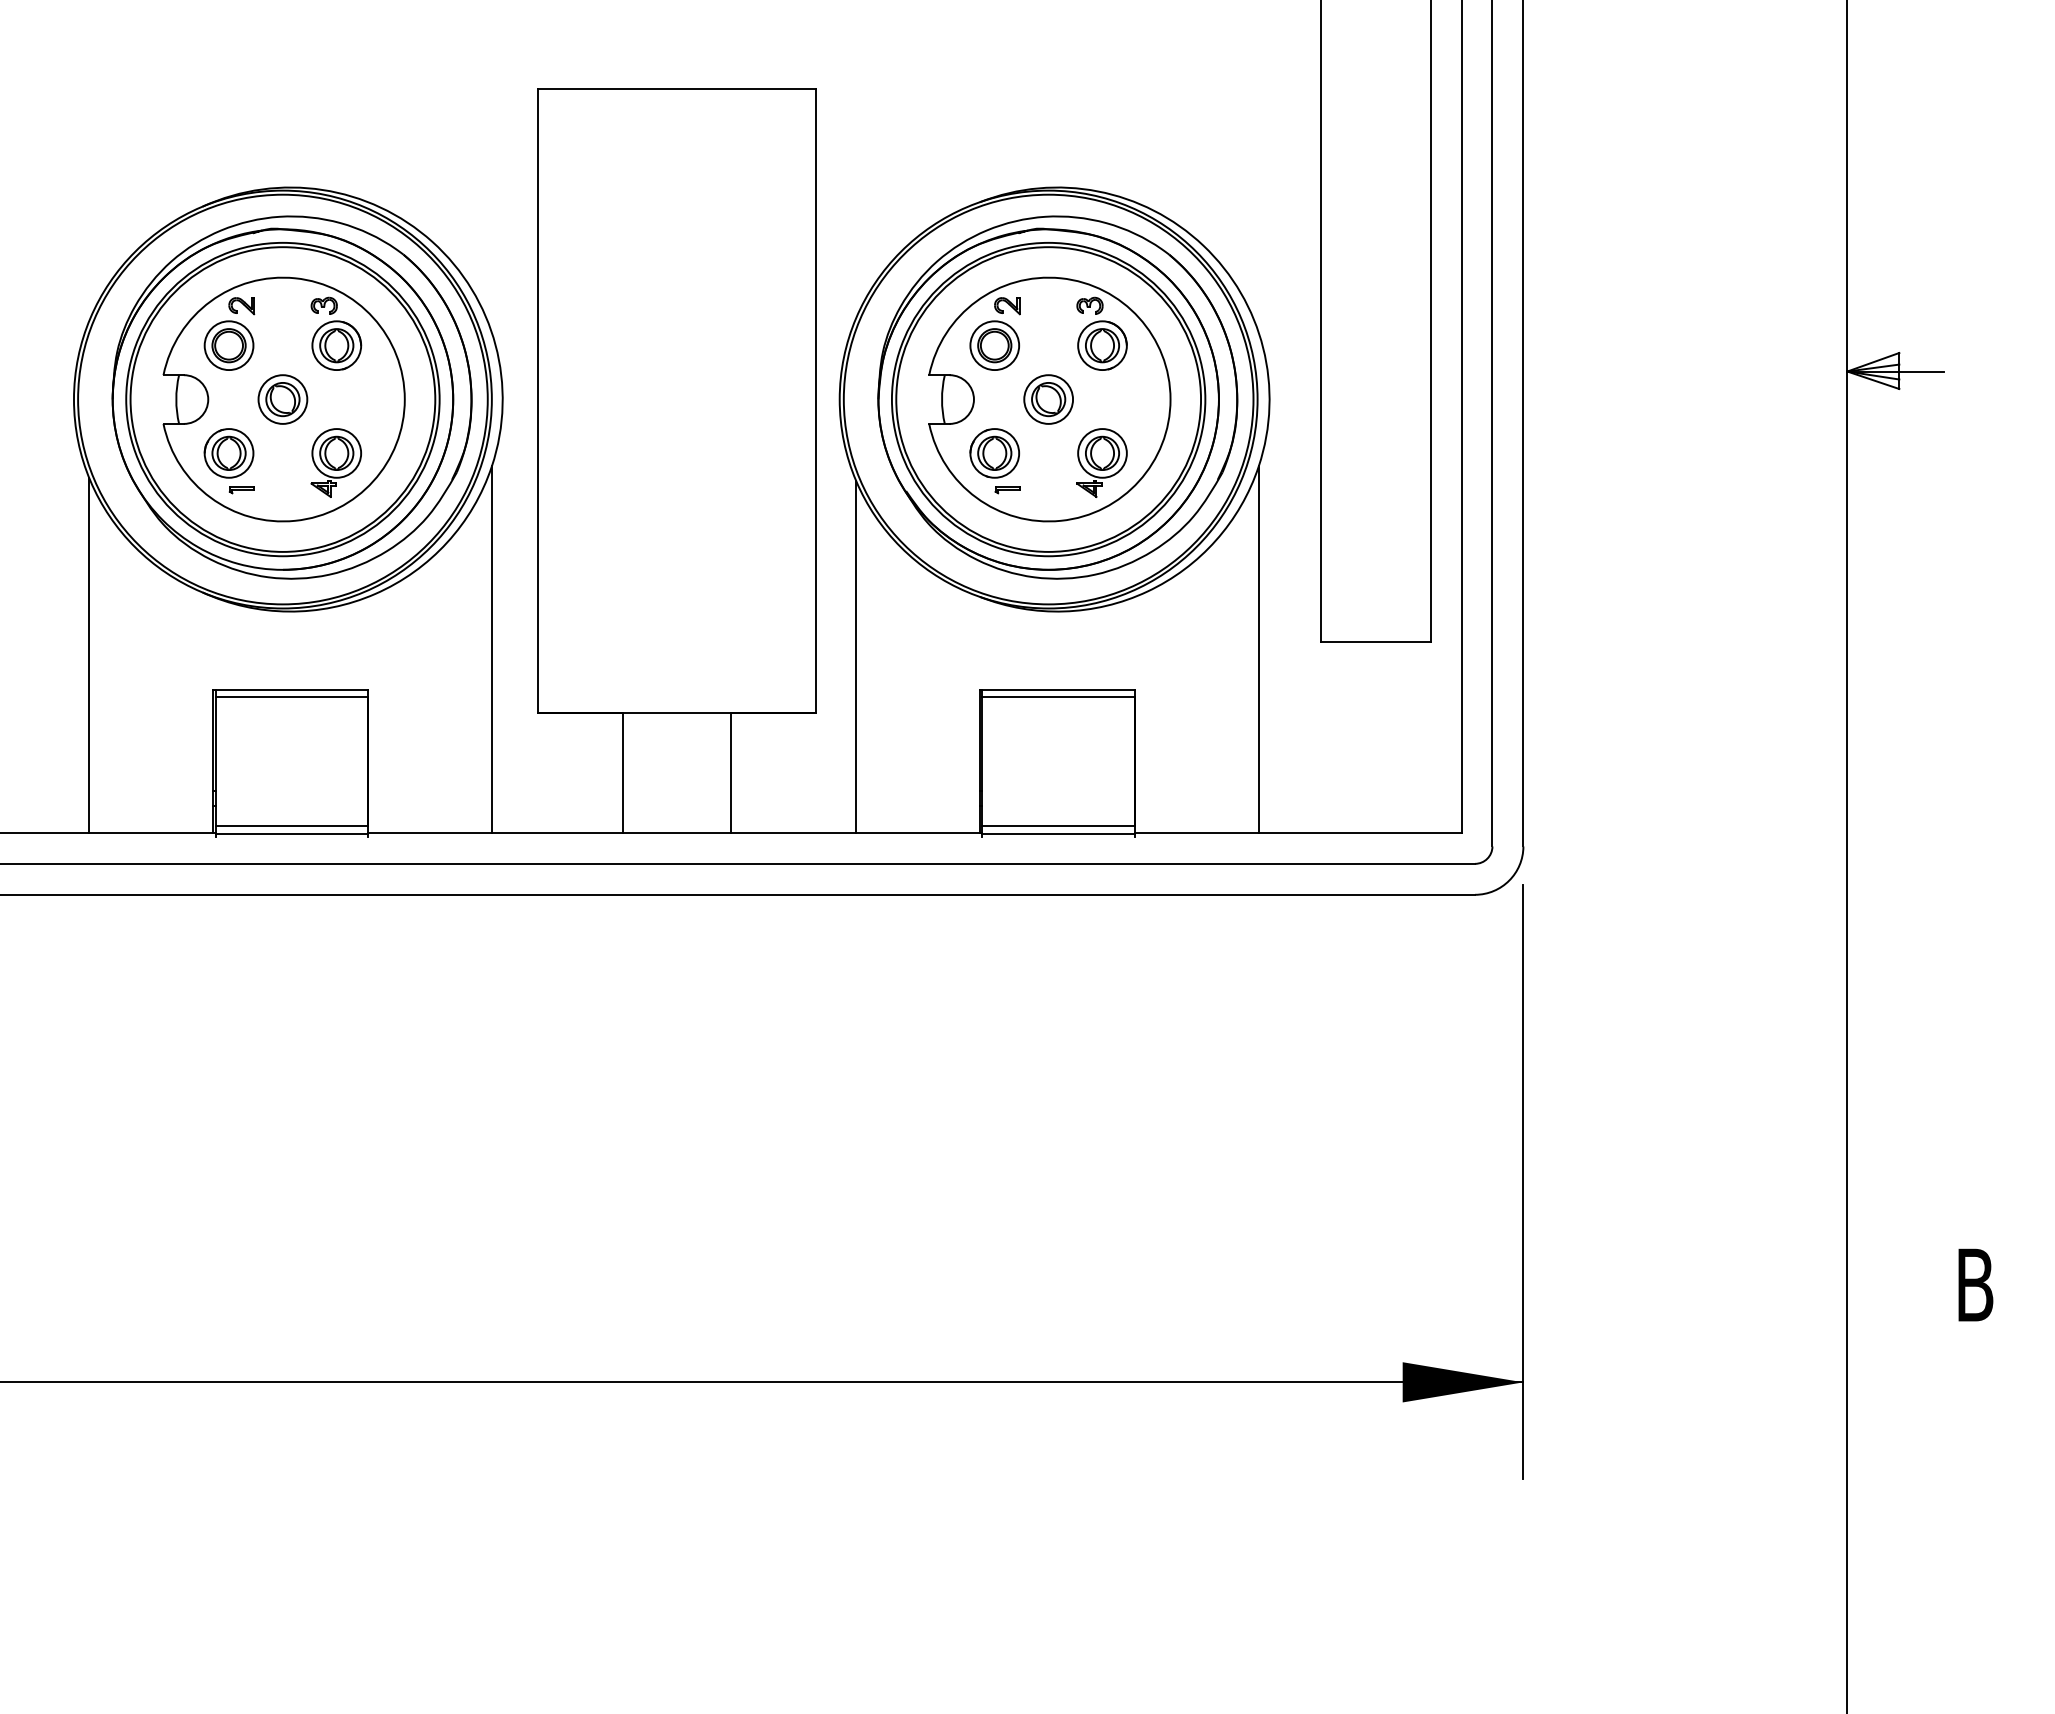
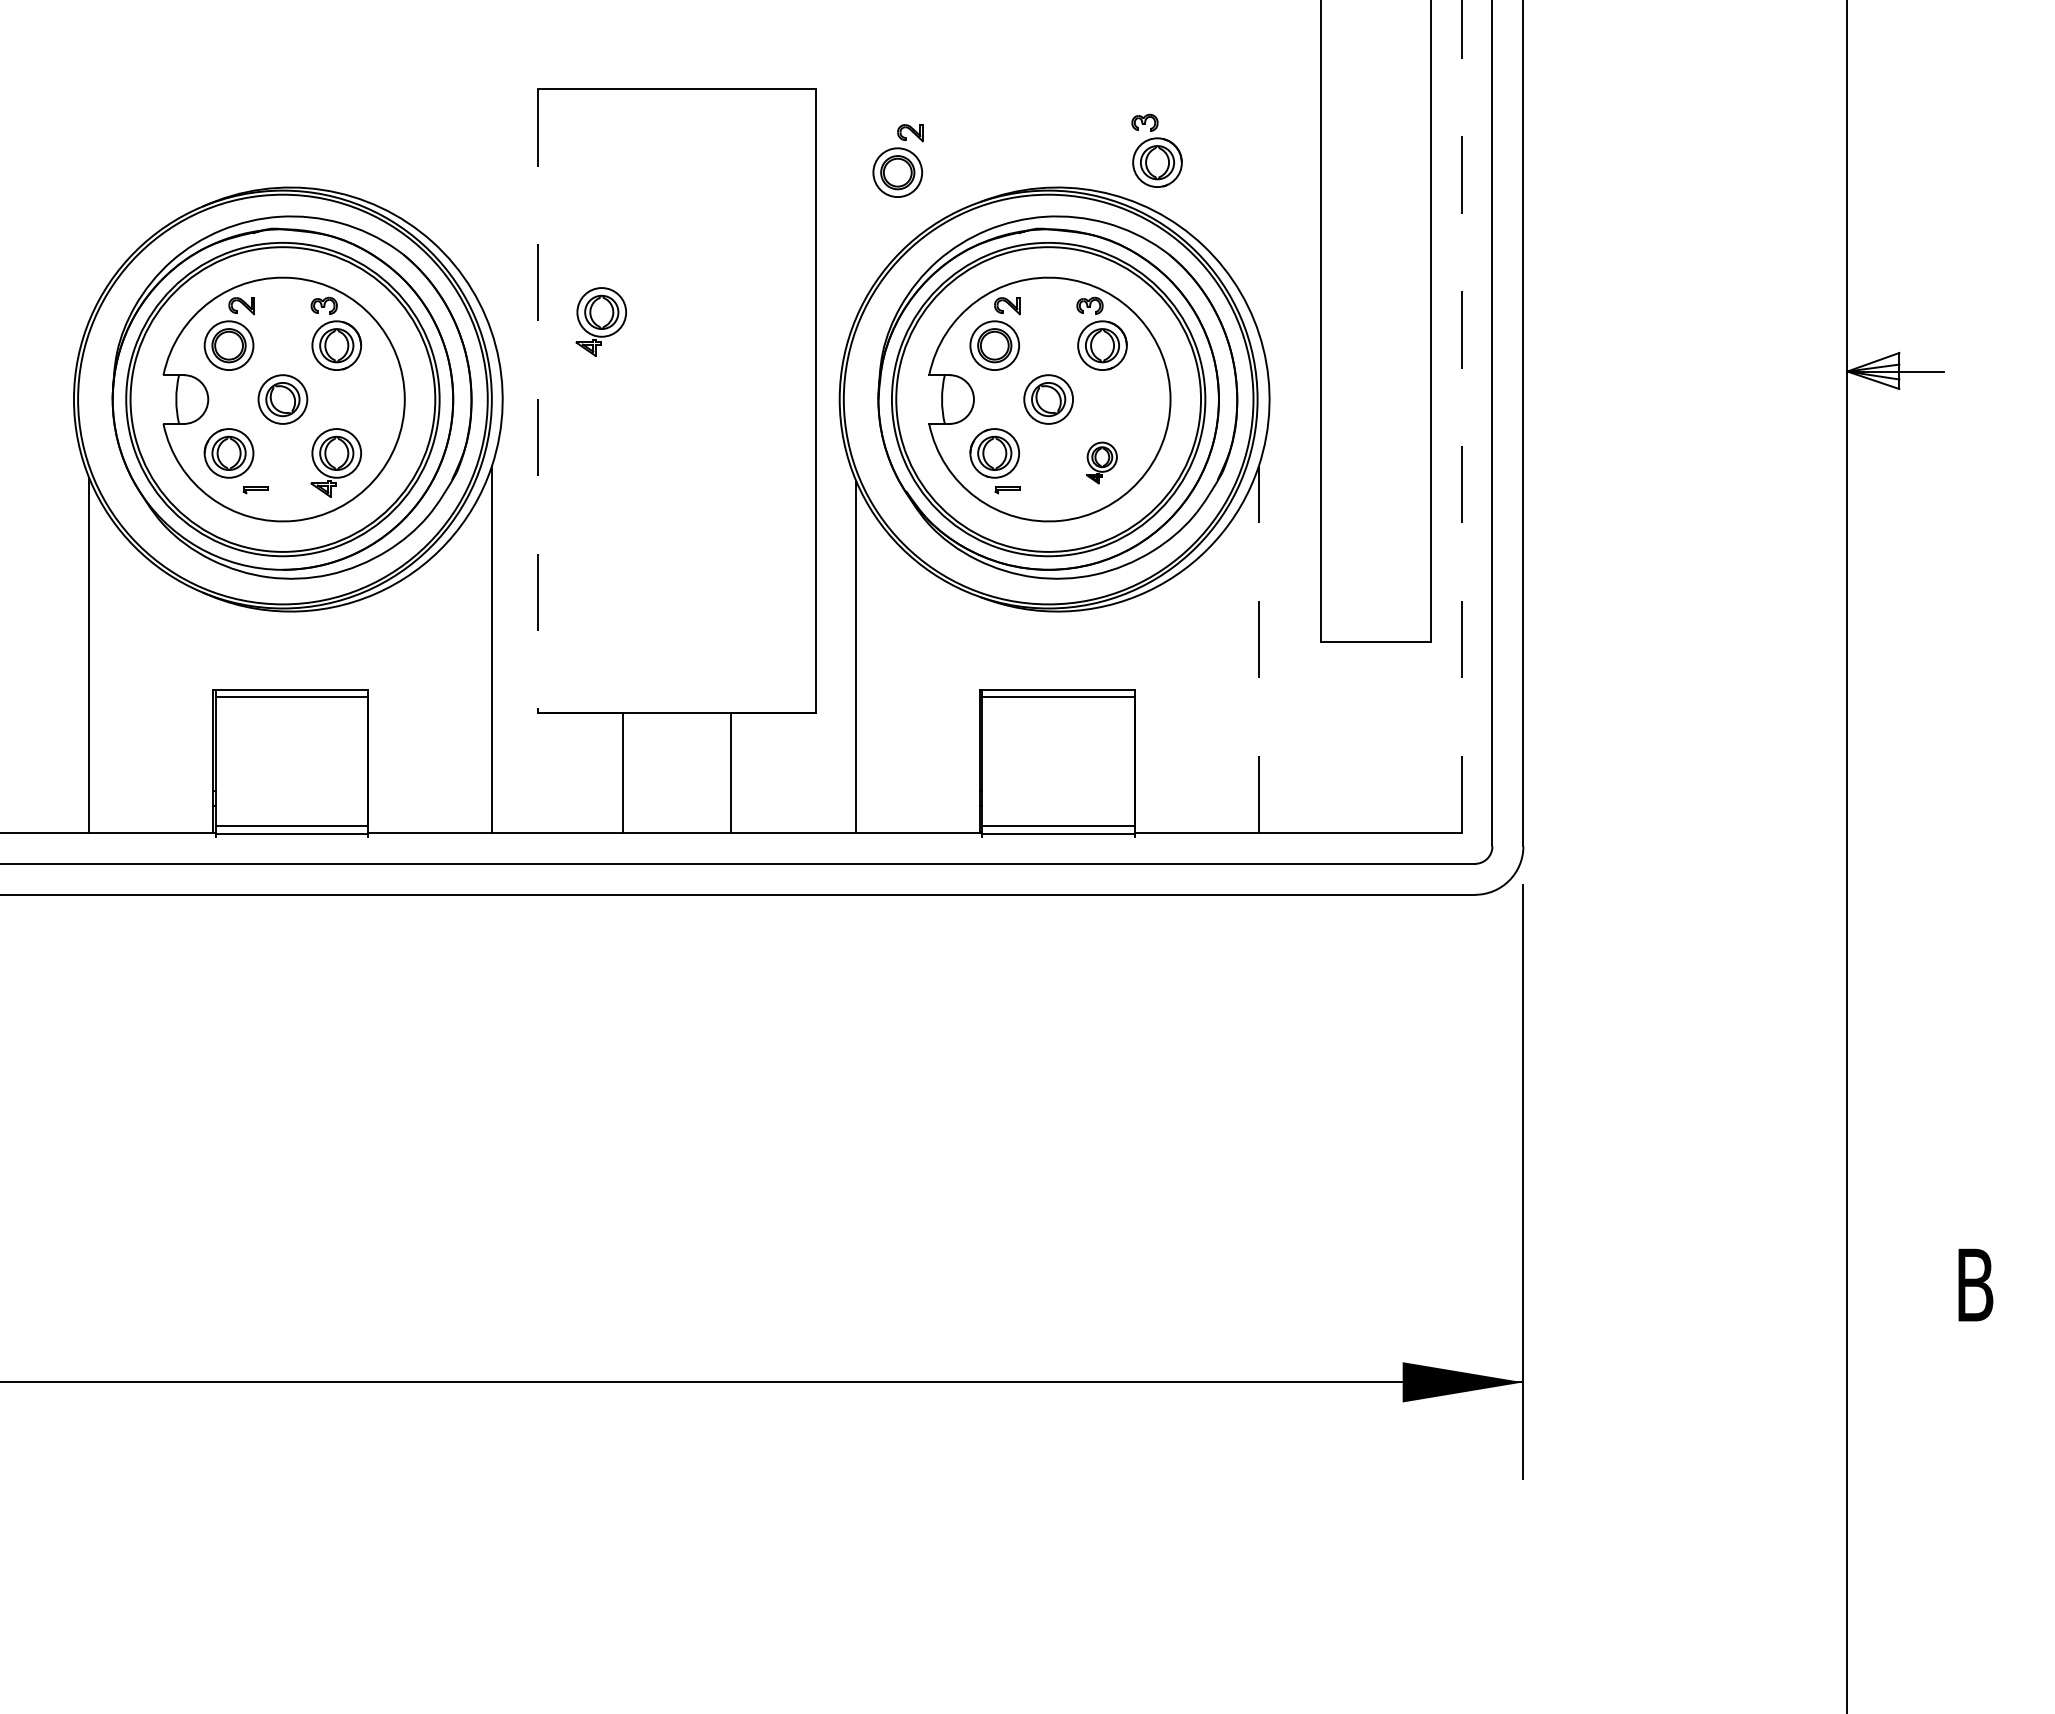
part at (1156, 150): none -> present
part at (897, 160): none -> present
part at (600, 321): none -> present
line at (537, 401): solid -> dashed
line at (1461, 416): solid -> dashed
part at (1101, 462) size: 52x70 px -> 32x44 px
part at (241, 490) position: (241, 490) -> (255, 490)
line at (1258, 649): solid -> dashed
